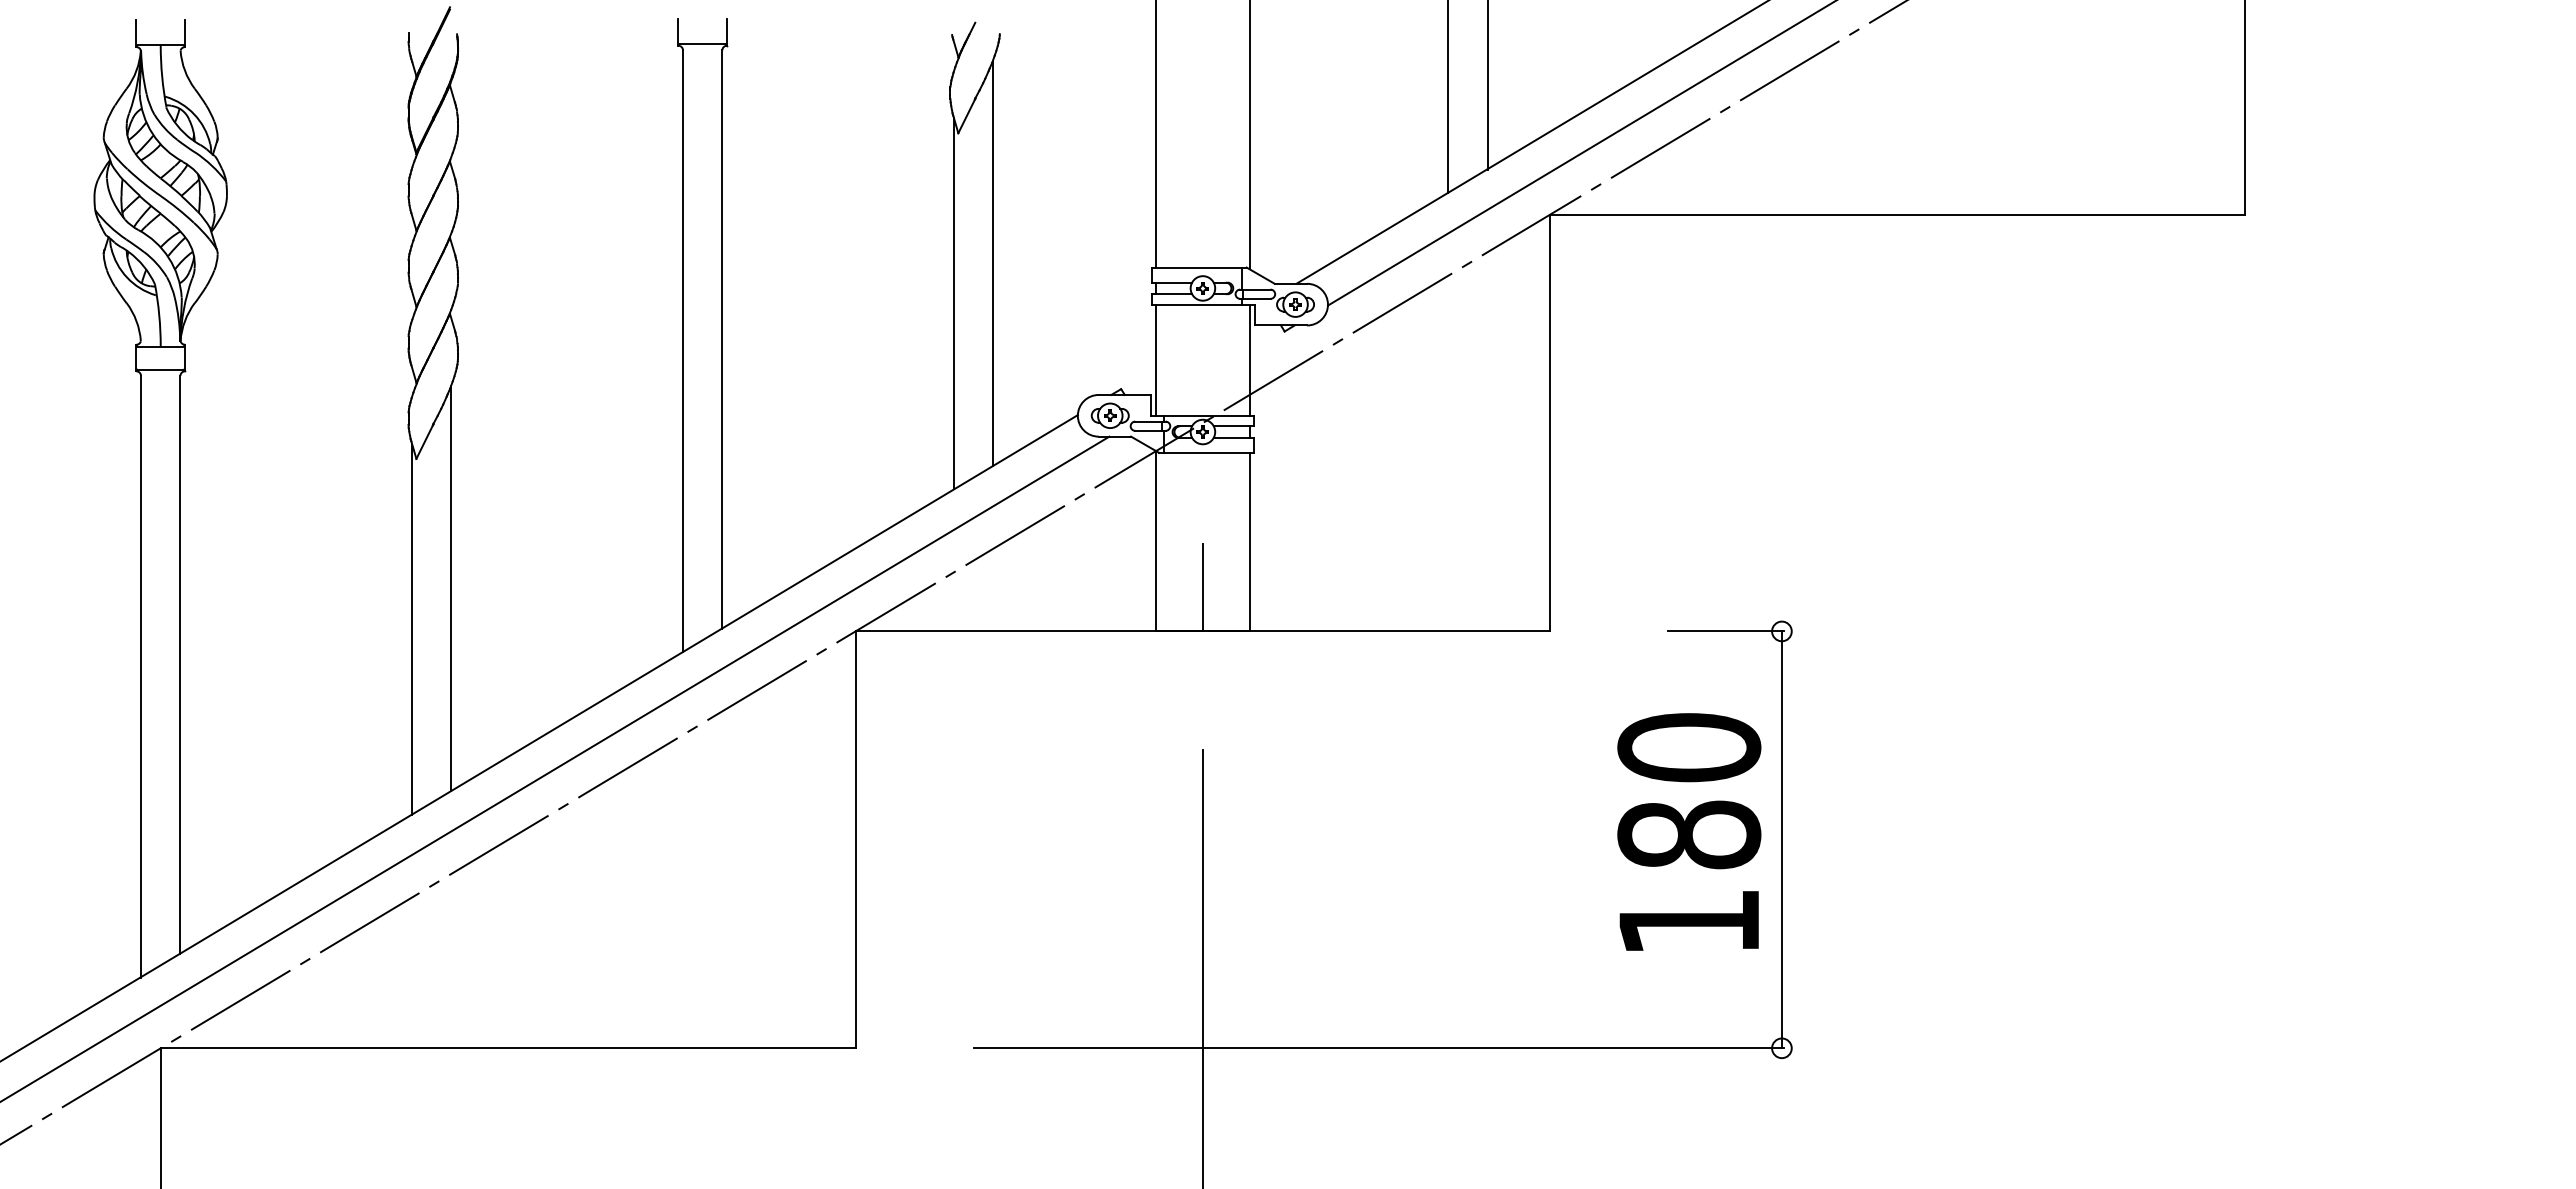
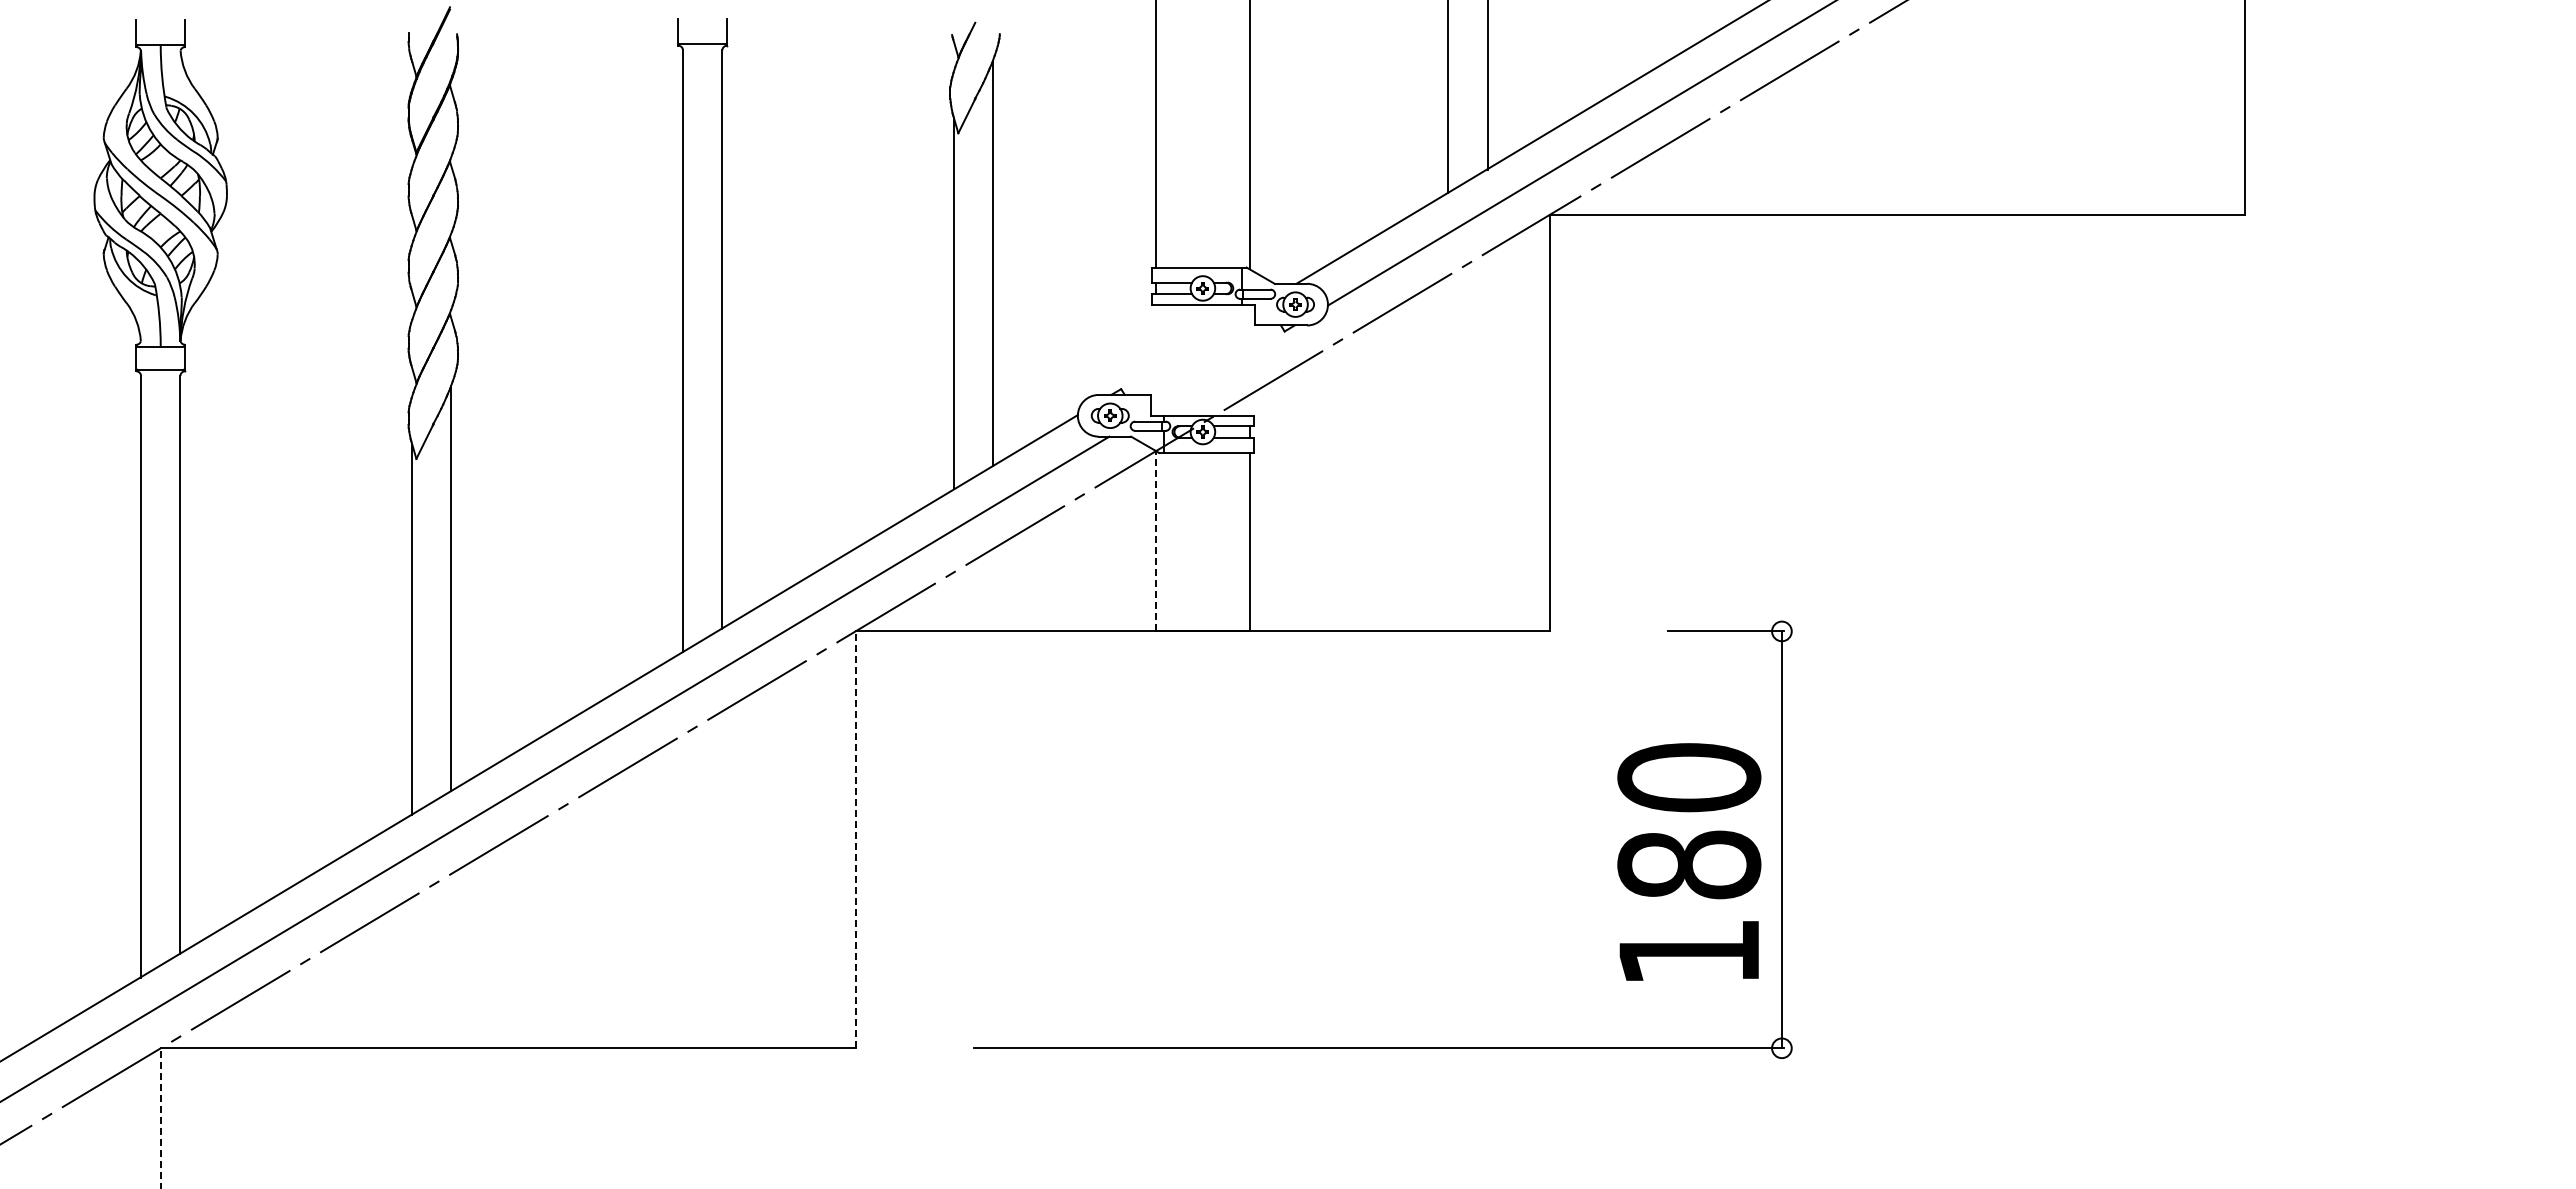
line at (1155, 359): present -> none
line at (1249, 359): present -> none
line at (1155, 540): solid -> dashed
line at (1202, 587): present -> none
text at (1689, 831) position: (1689, 831) -> (1689, 861)
line at (855, 839): solid -> dashed
line at (1202, 967): present -> none
line at (160, 1118): solid -> dashed
